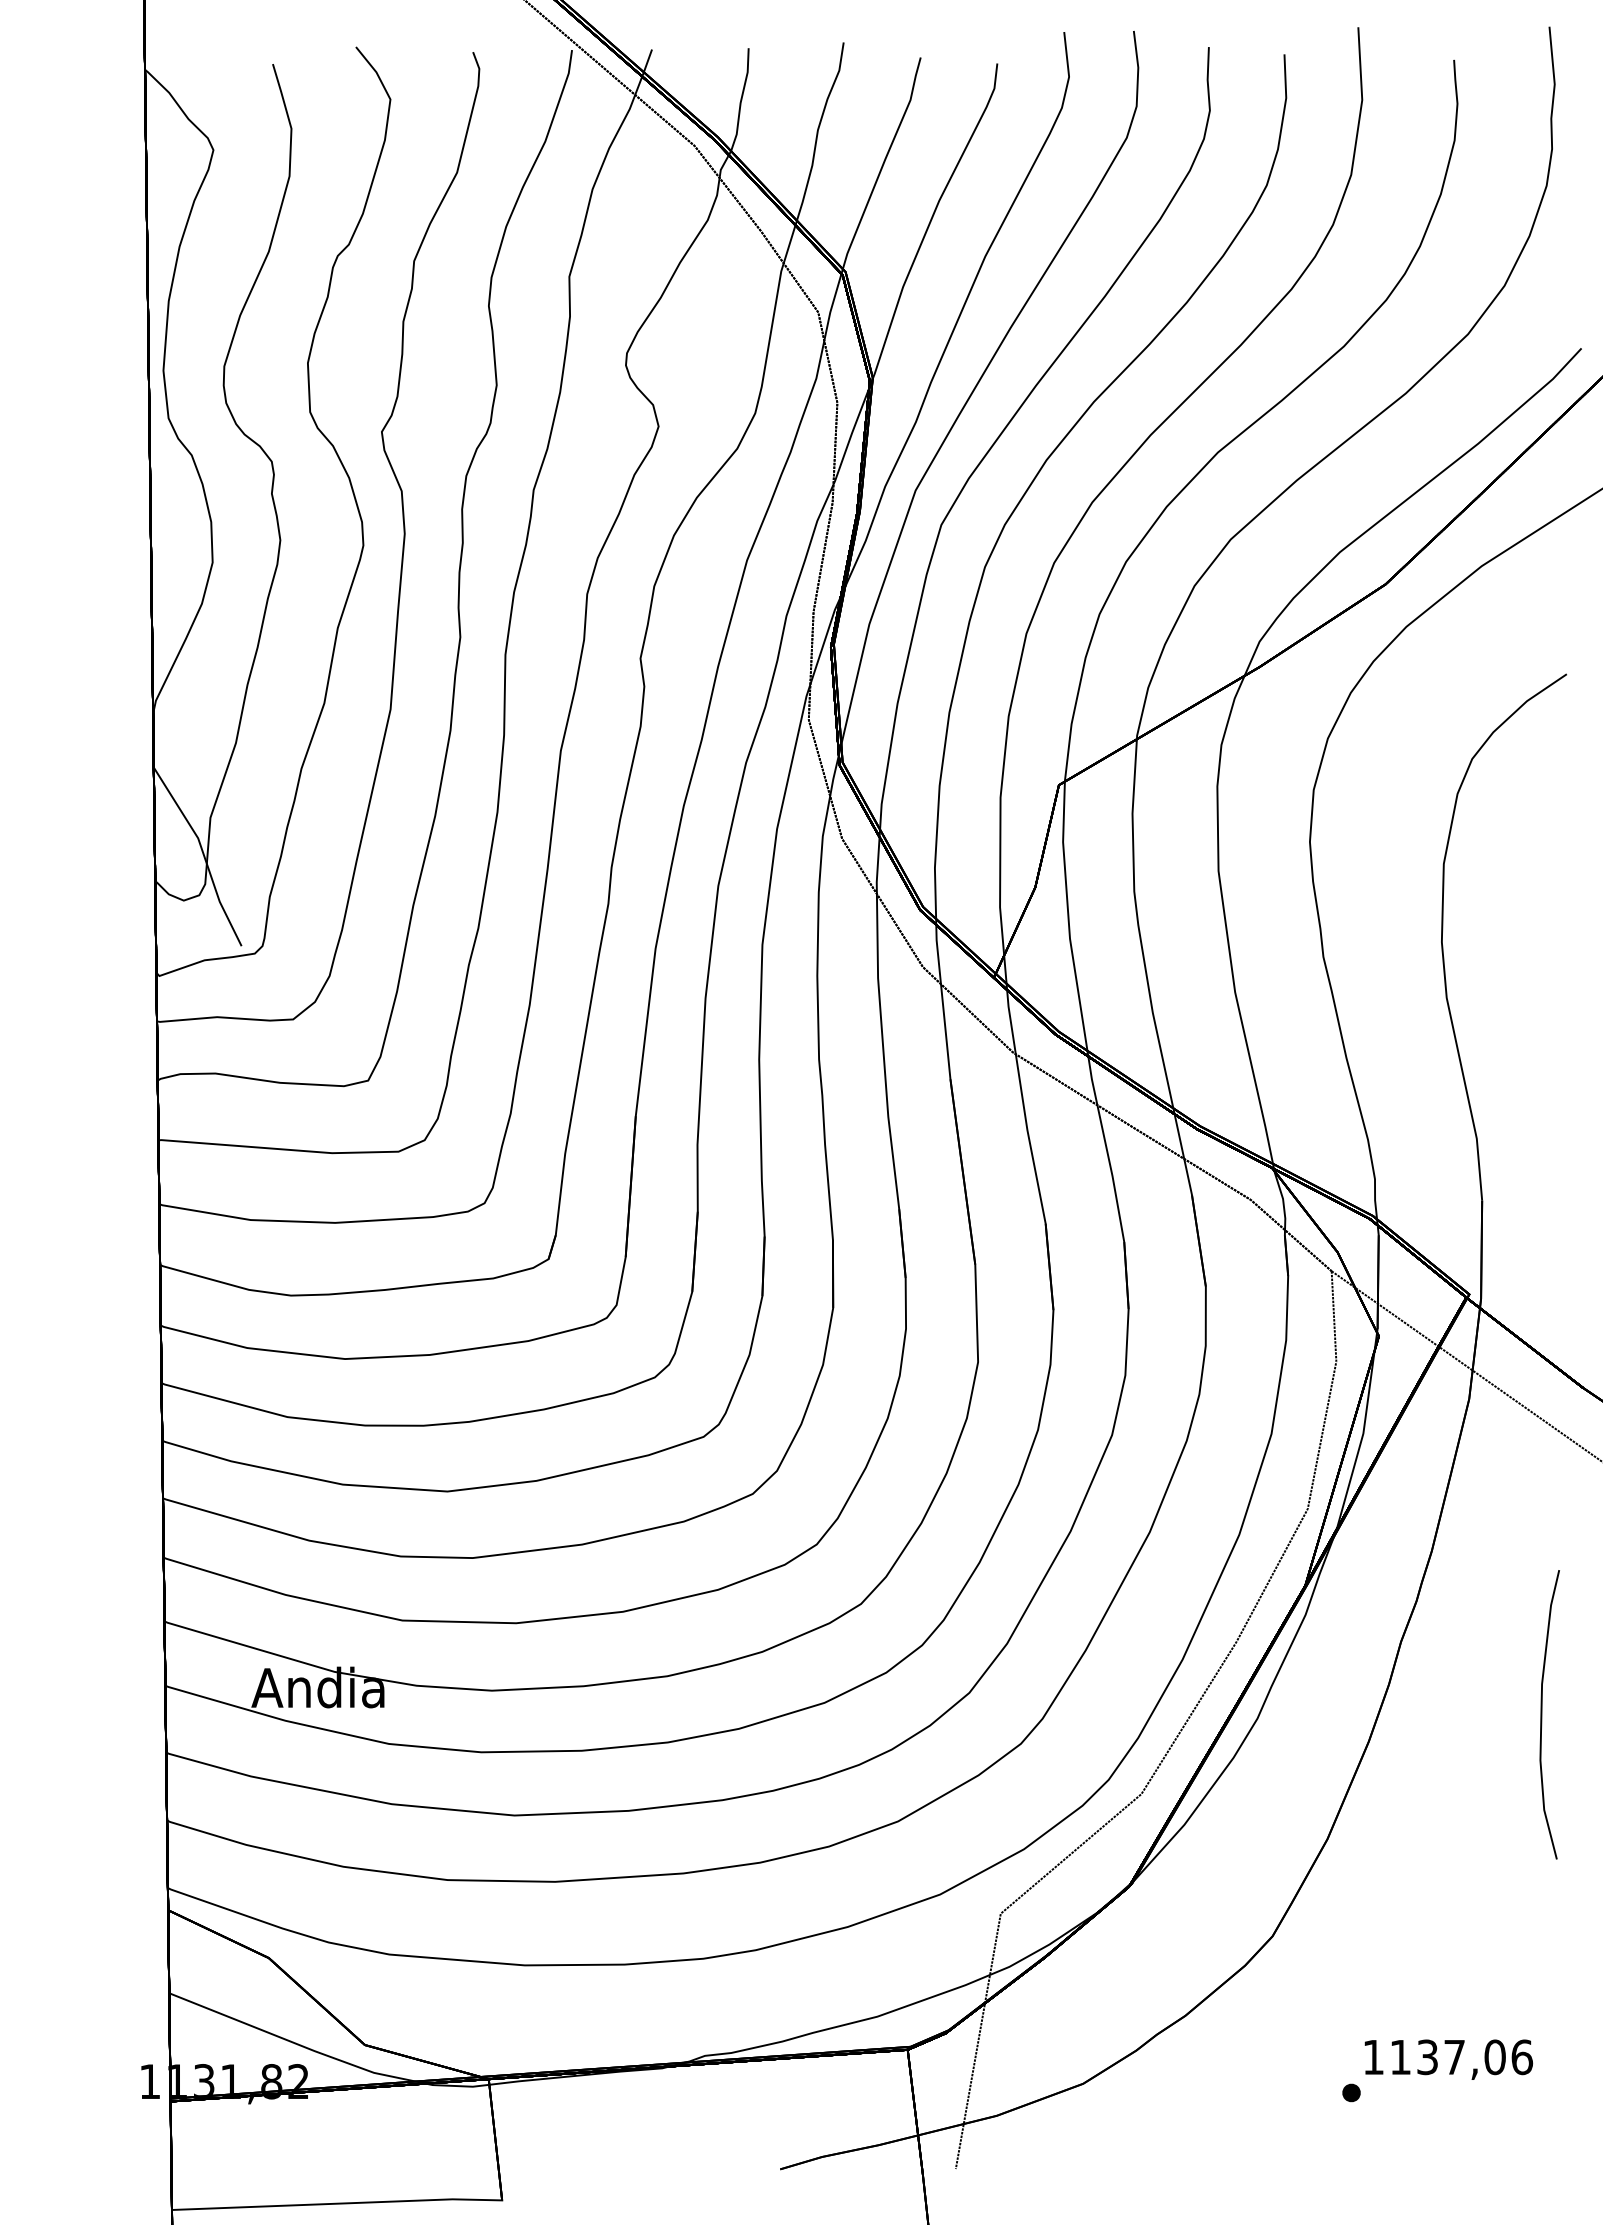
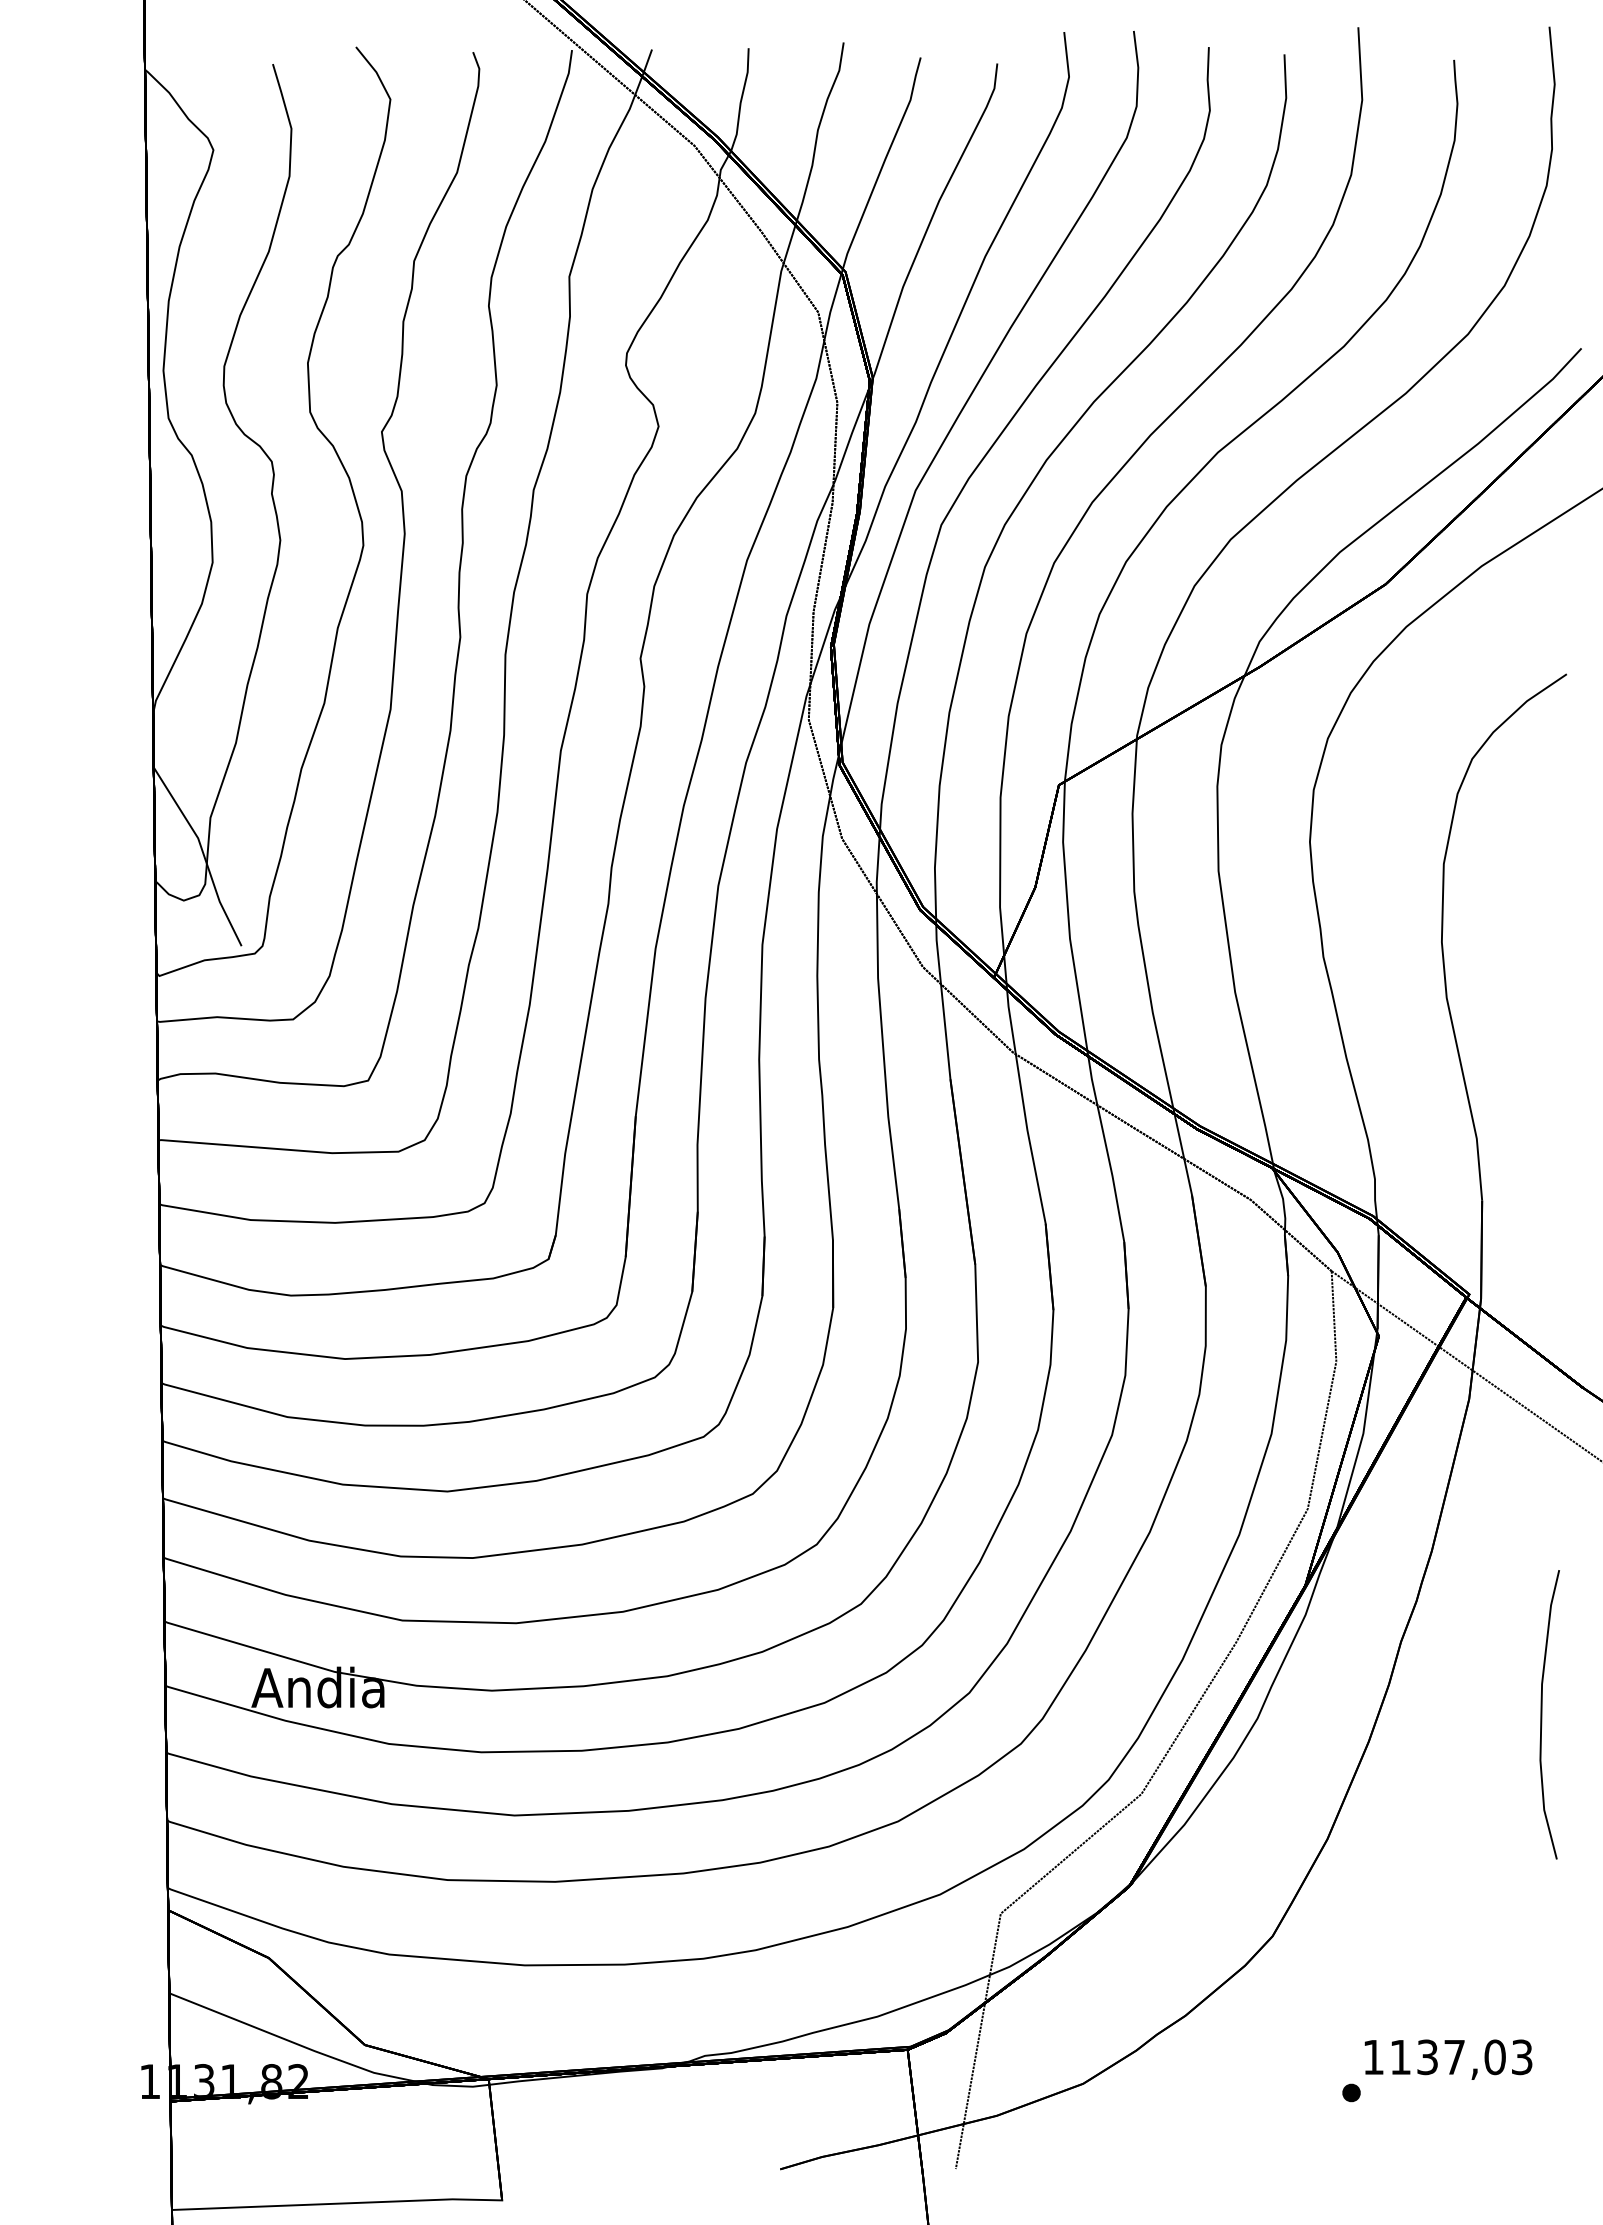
text at (1522, 2057): 1137,06 -> 1137,03
